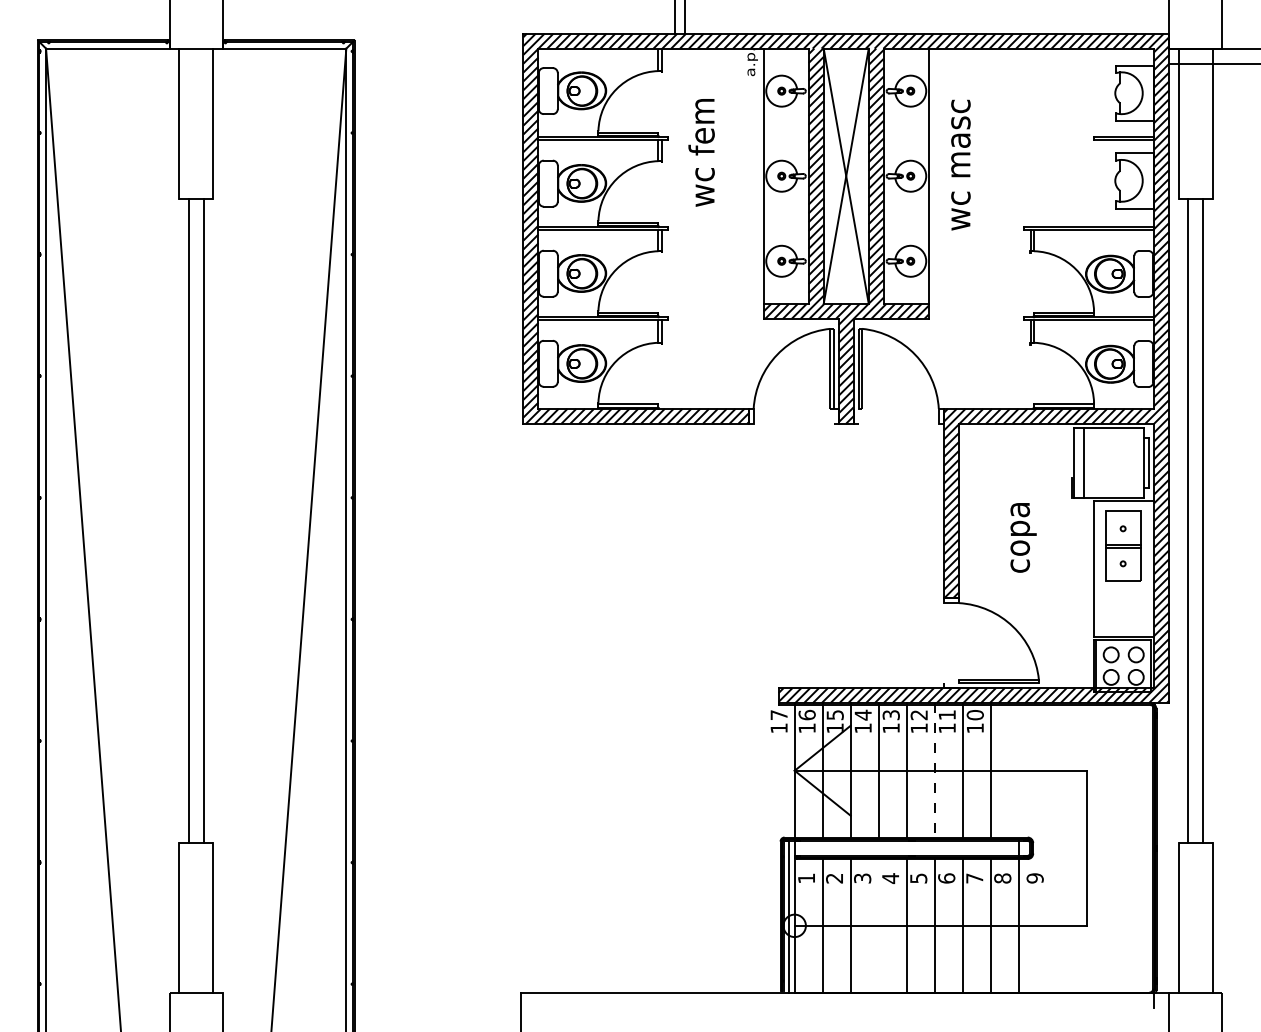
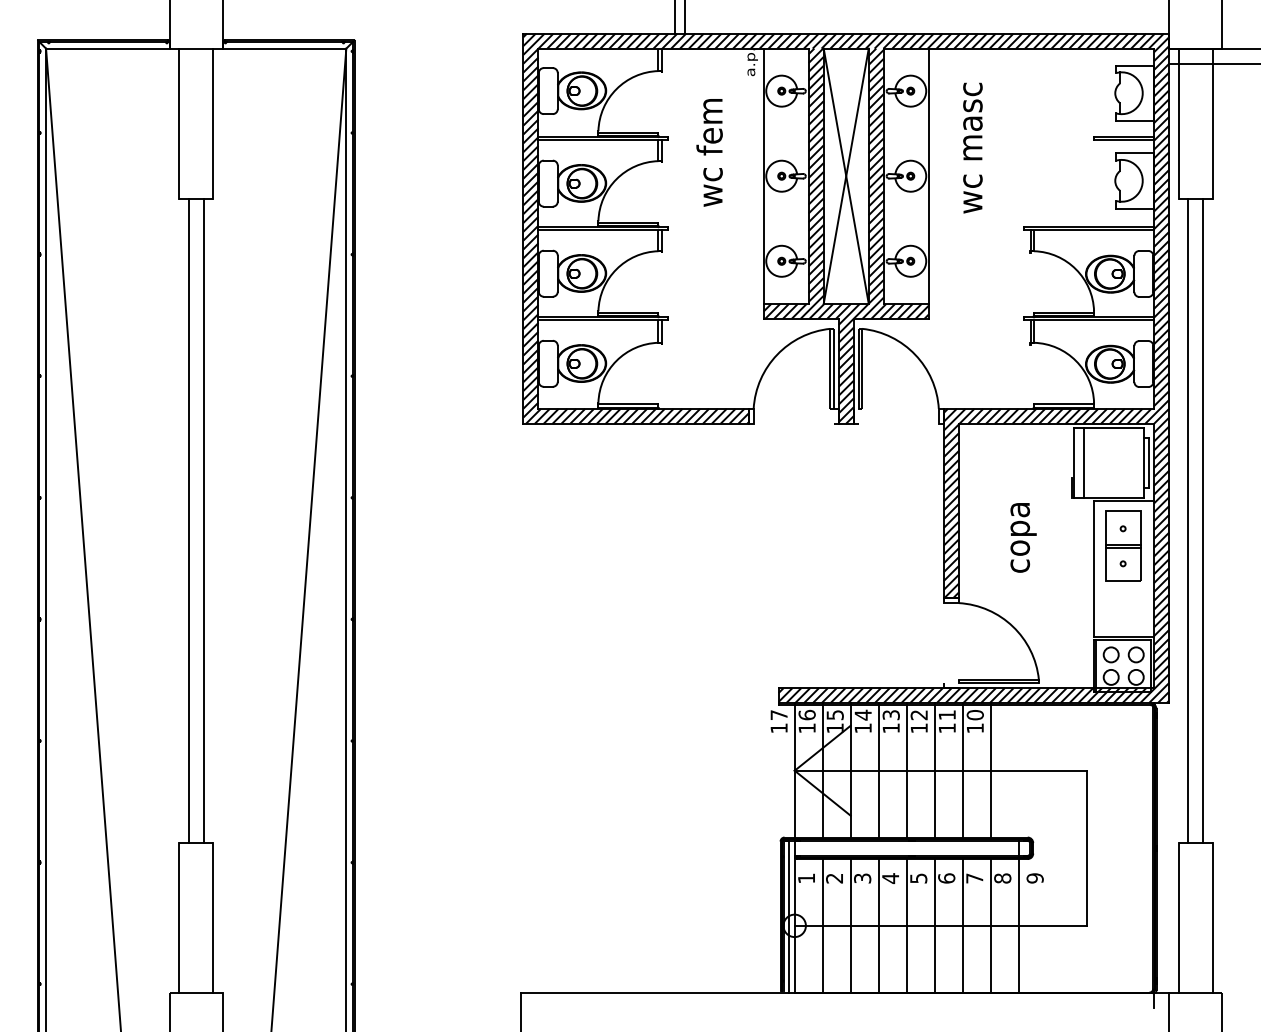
text at (701, 152) position: (701, 152) -> (709, 152)
text at (960, 164) position: (960, 164) -> (972, 147)
line at (934, 770): dashed -> solid
line at (878, 925): none -> present
